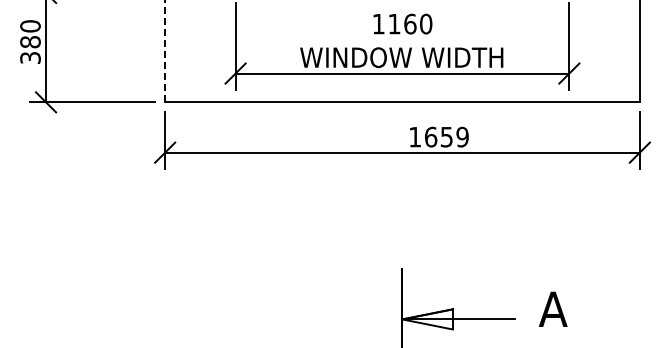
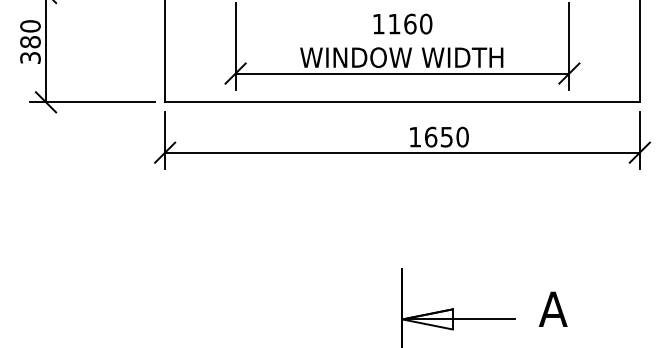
line at (165, 51): dashed -> solid
text at (462, 137): 1659 -> 1650
